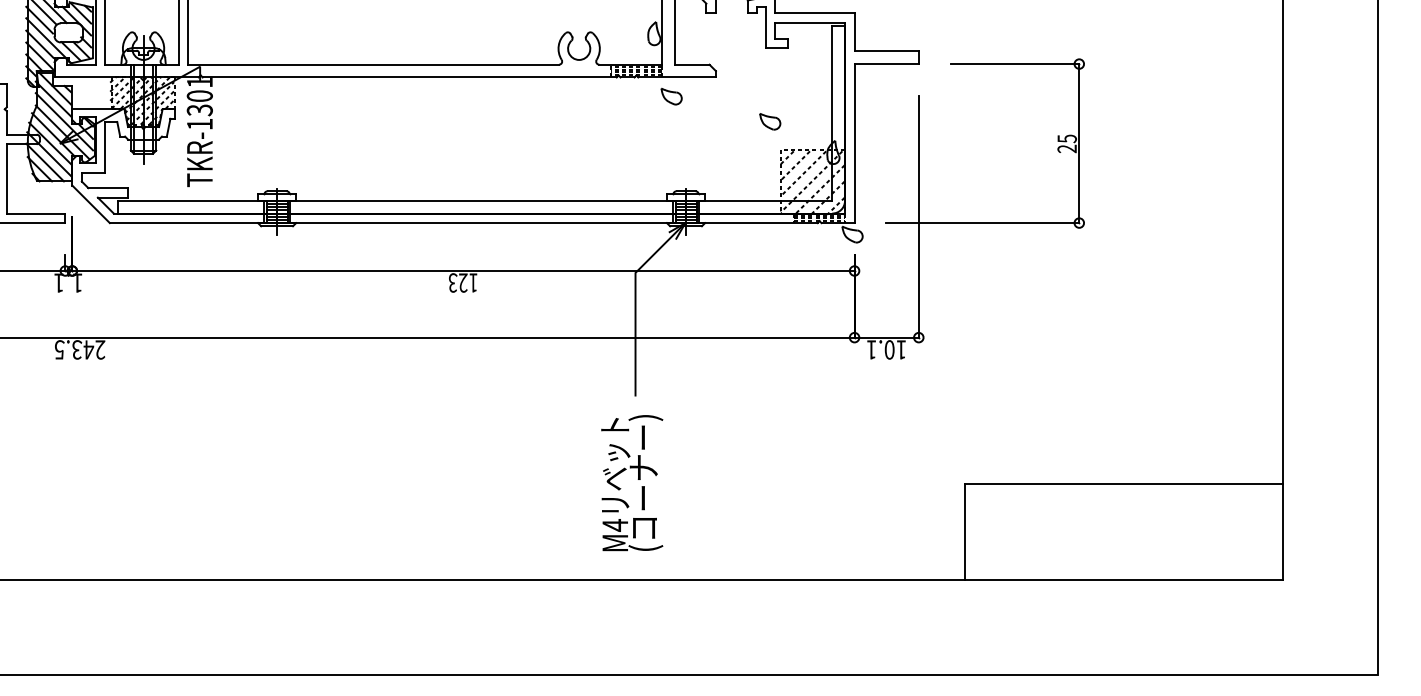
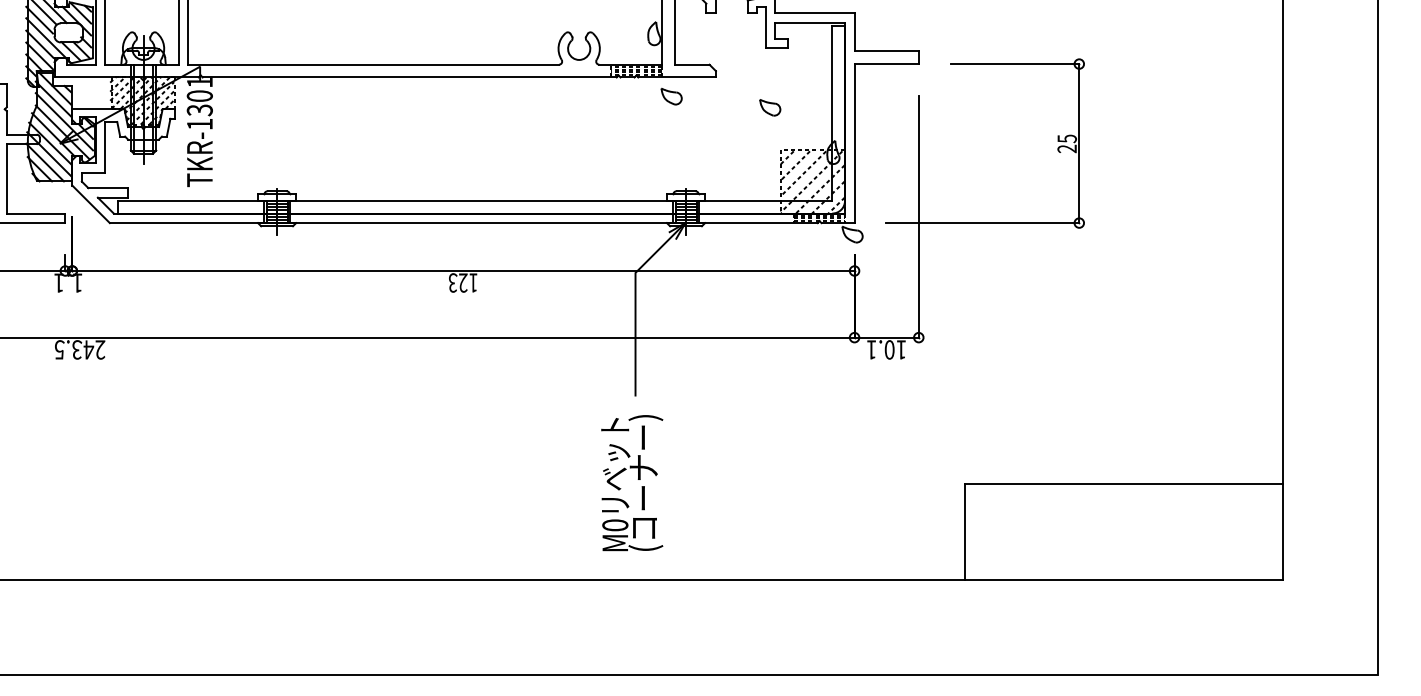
part at (770, 121) position: (770, 121) -> (770, 107)
text at (615, 525): M4 -> M0
